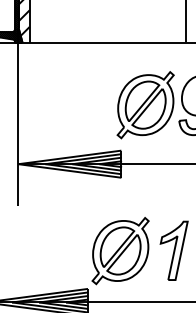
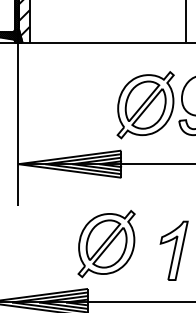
part at (120, 251) position: (120, 251) -> (106, 244)
